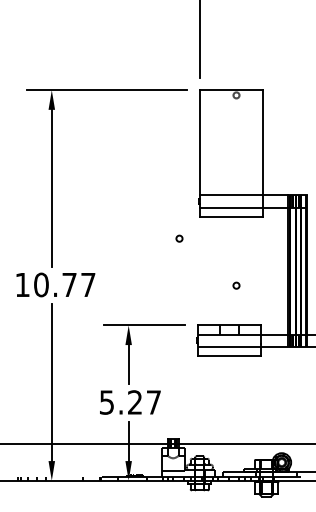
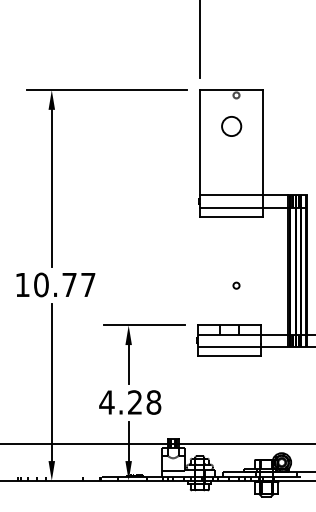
circle at (231, 126): none -> present
circle at (179, 238): present -> none
text at (130, 402): 5.27 -> 4.28
